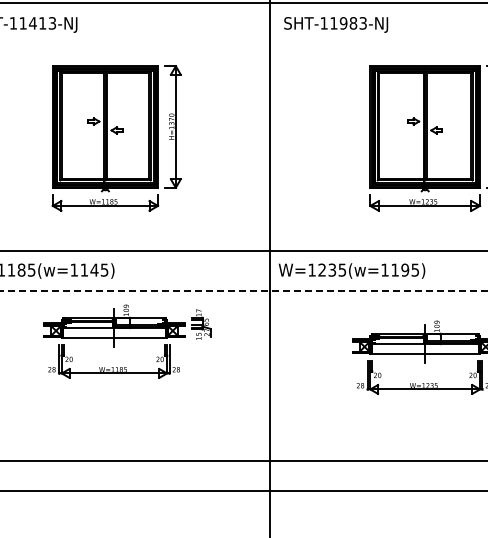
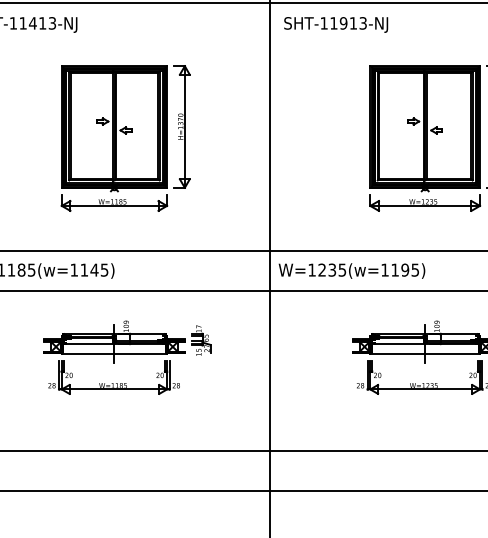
text at (353, 23): SHT-11983-NJ -> SHT-11913-NJ
part at (116, 138) position: (116, 138) -> (125, 138)
line at (244, 291): dashed -> solid
part at (127, 341) position: (127, 341) -> (127, 357)
line at (243, 461) position: (243, 461) -> (243, 451)
